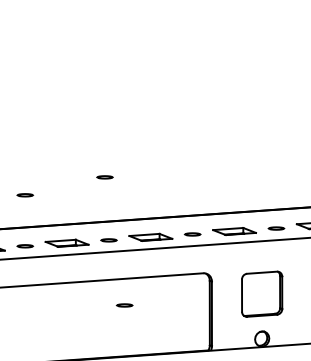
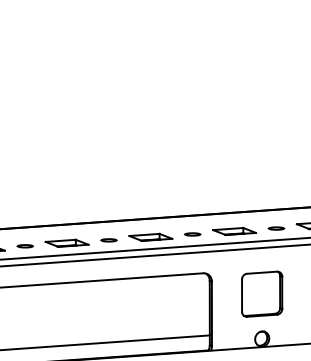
part at (104, 177): present -> none
part at (25, 195): present -> none
line at (154, 255): none -> present
part at (124, 305): present -> none
line at (105, 342): none -> present
